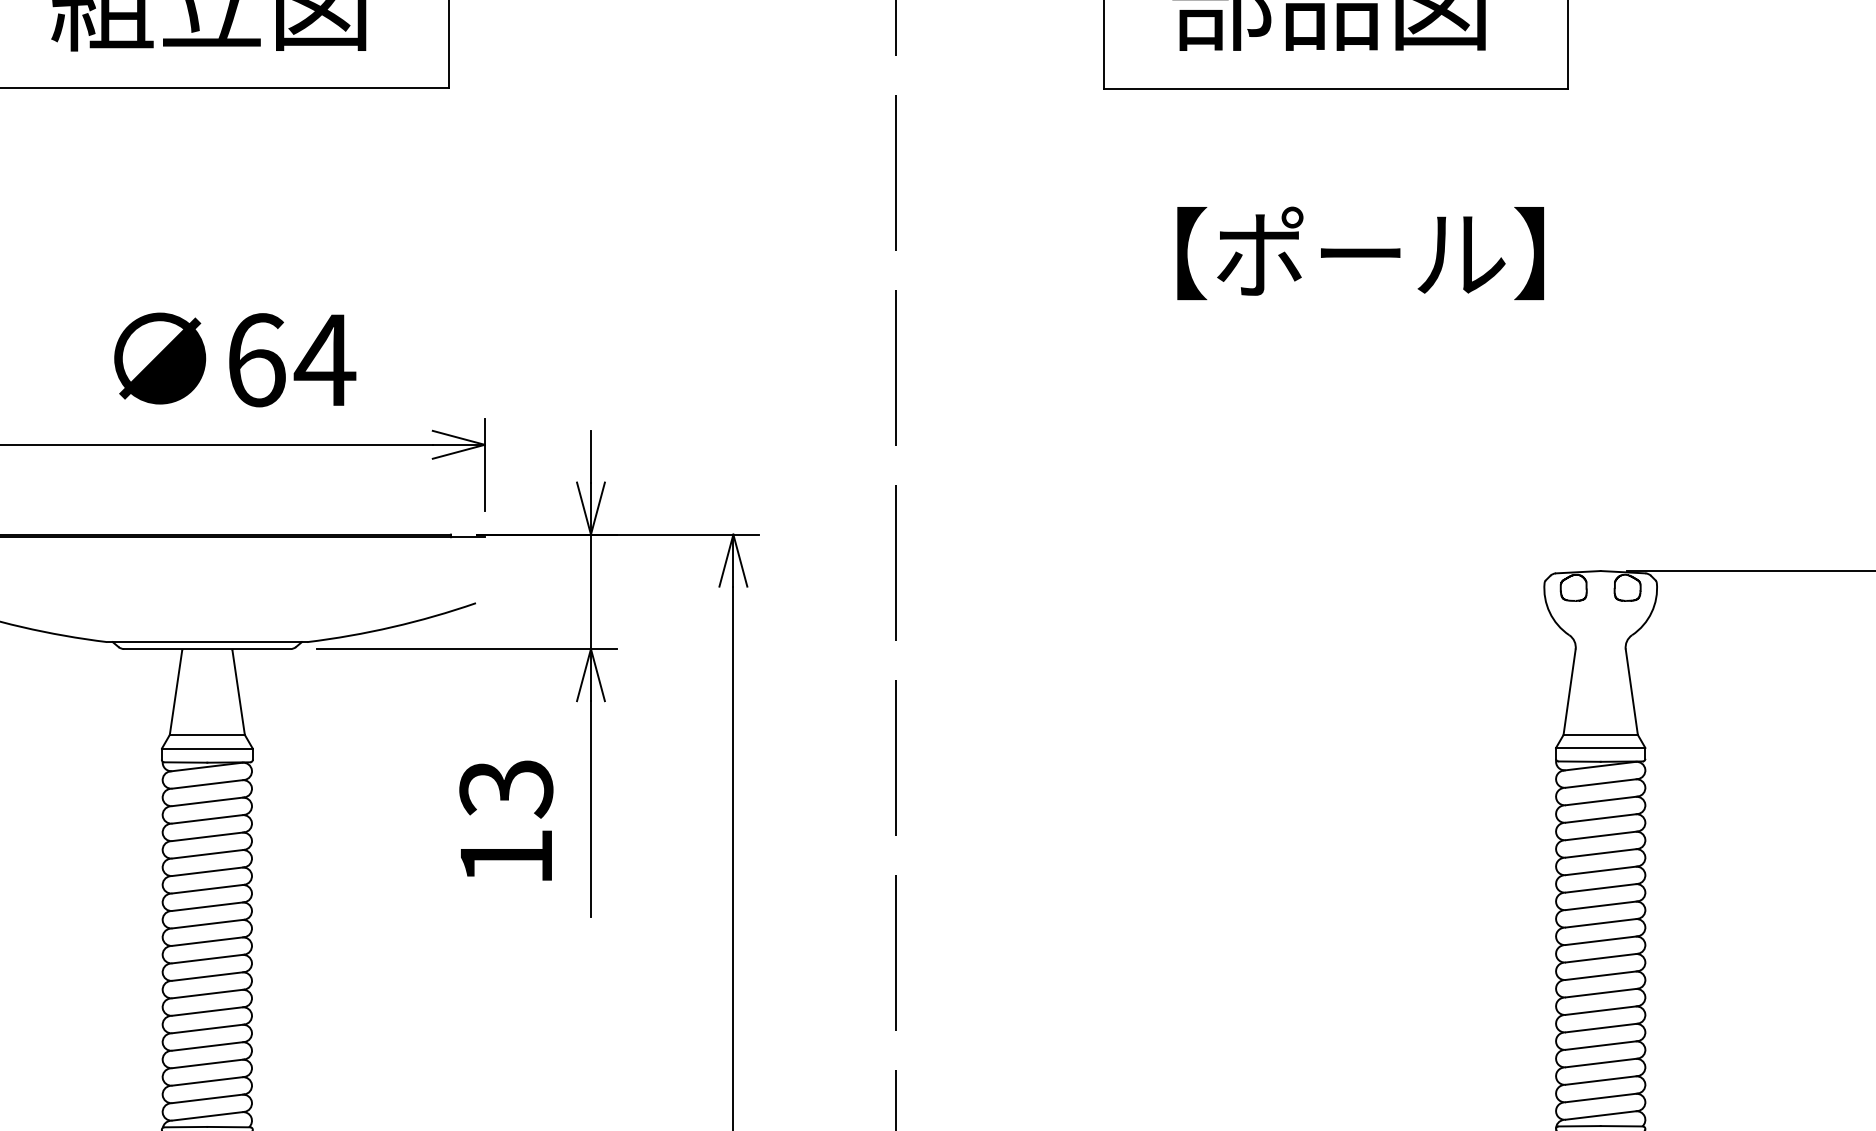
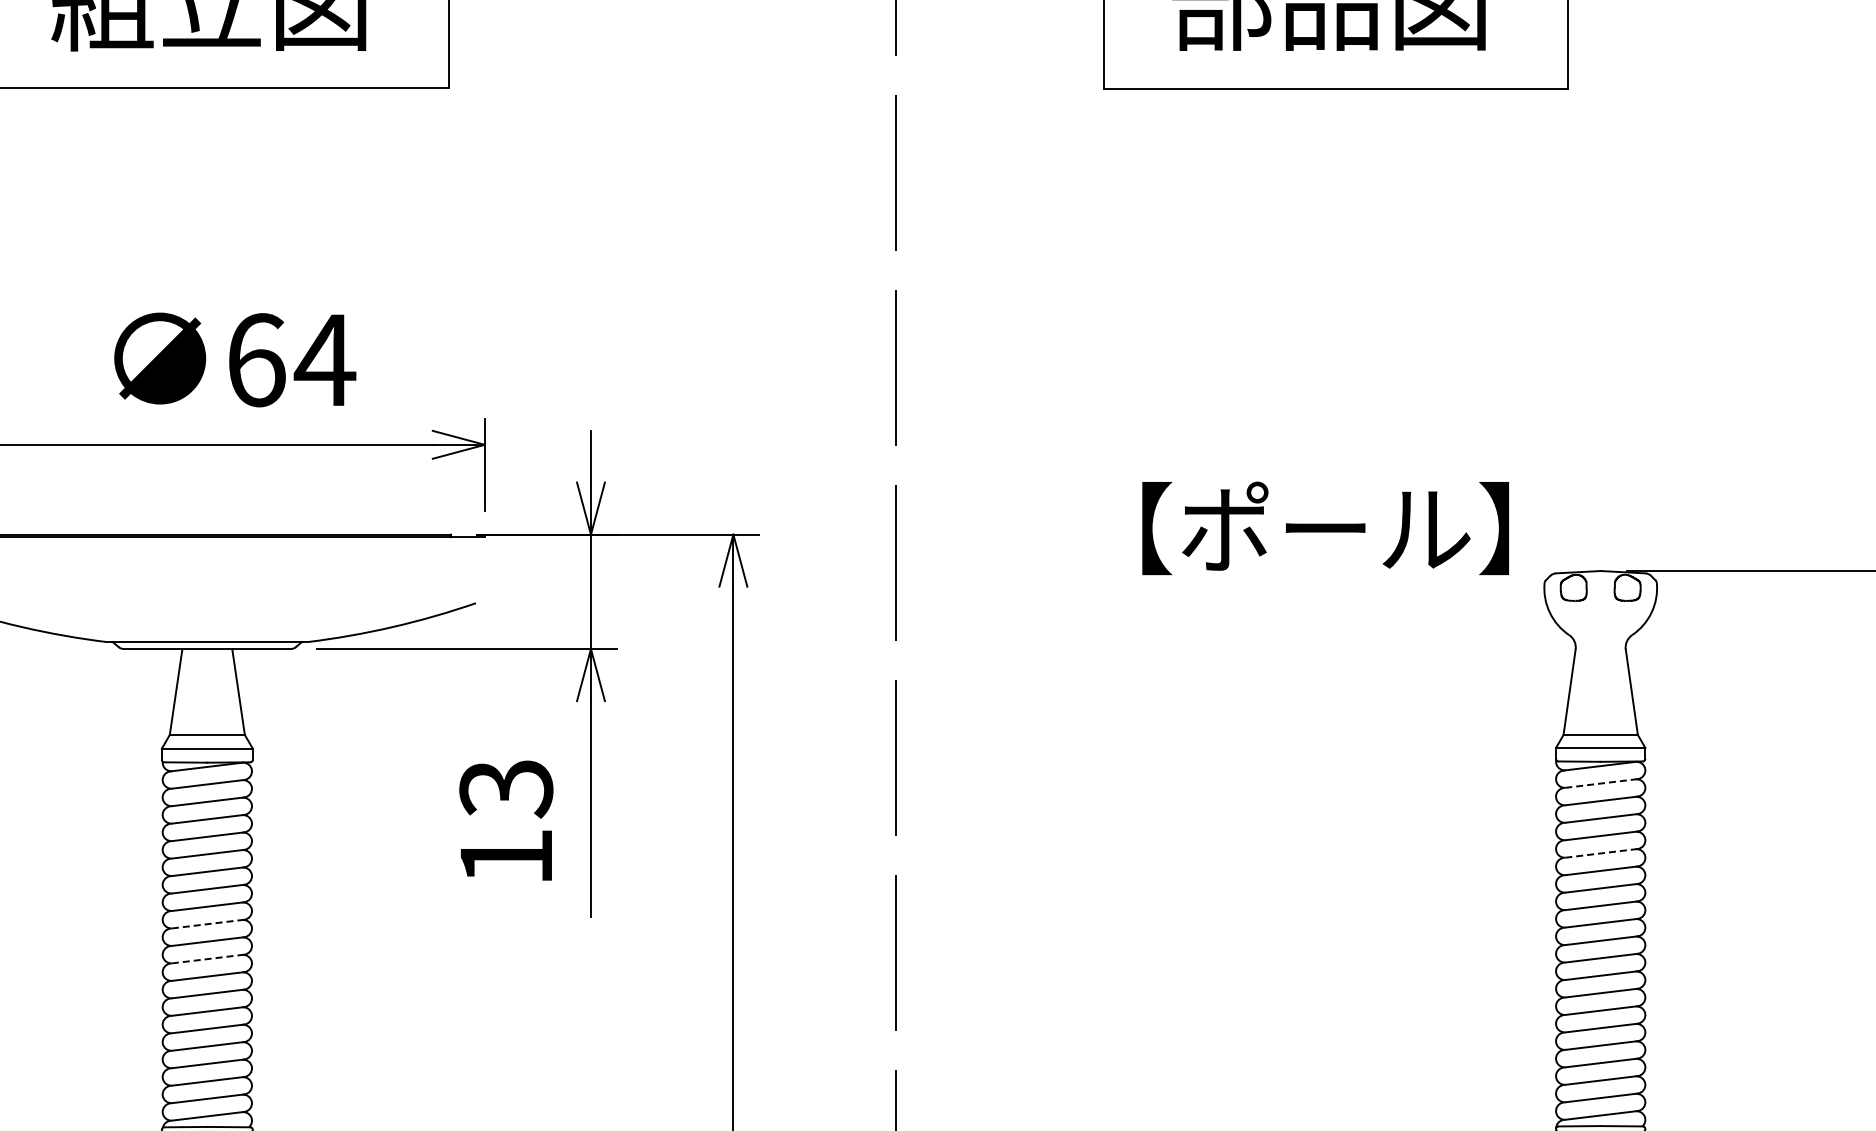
text at (1360, 253) position: (1360, 253) -> (1325, 528)
line at (1601, 783): solid -> dashed
line at (1601, 853): solid -> dashed
line at (207, 924): solid -> dashed
line at (207, 959): solid -> dashed
